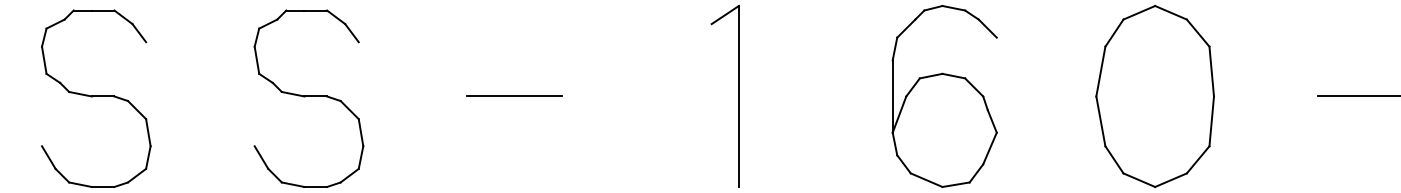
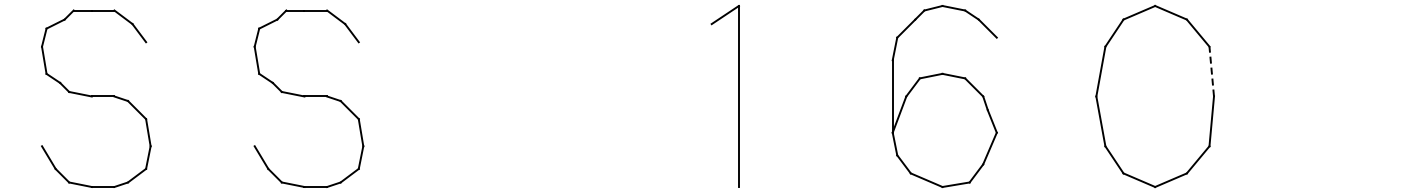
line at (1211, 71): solid -> dashed
line at (514, 96): present -> none
line at (1357, 96): present -> none
